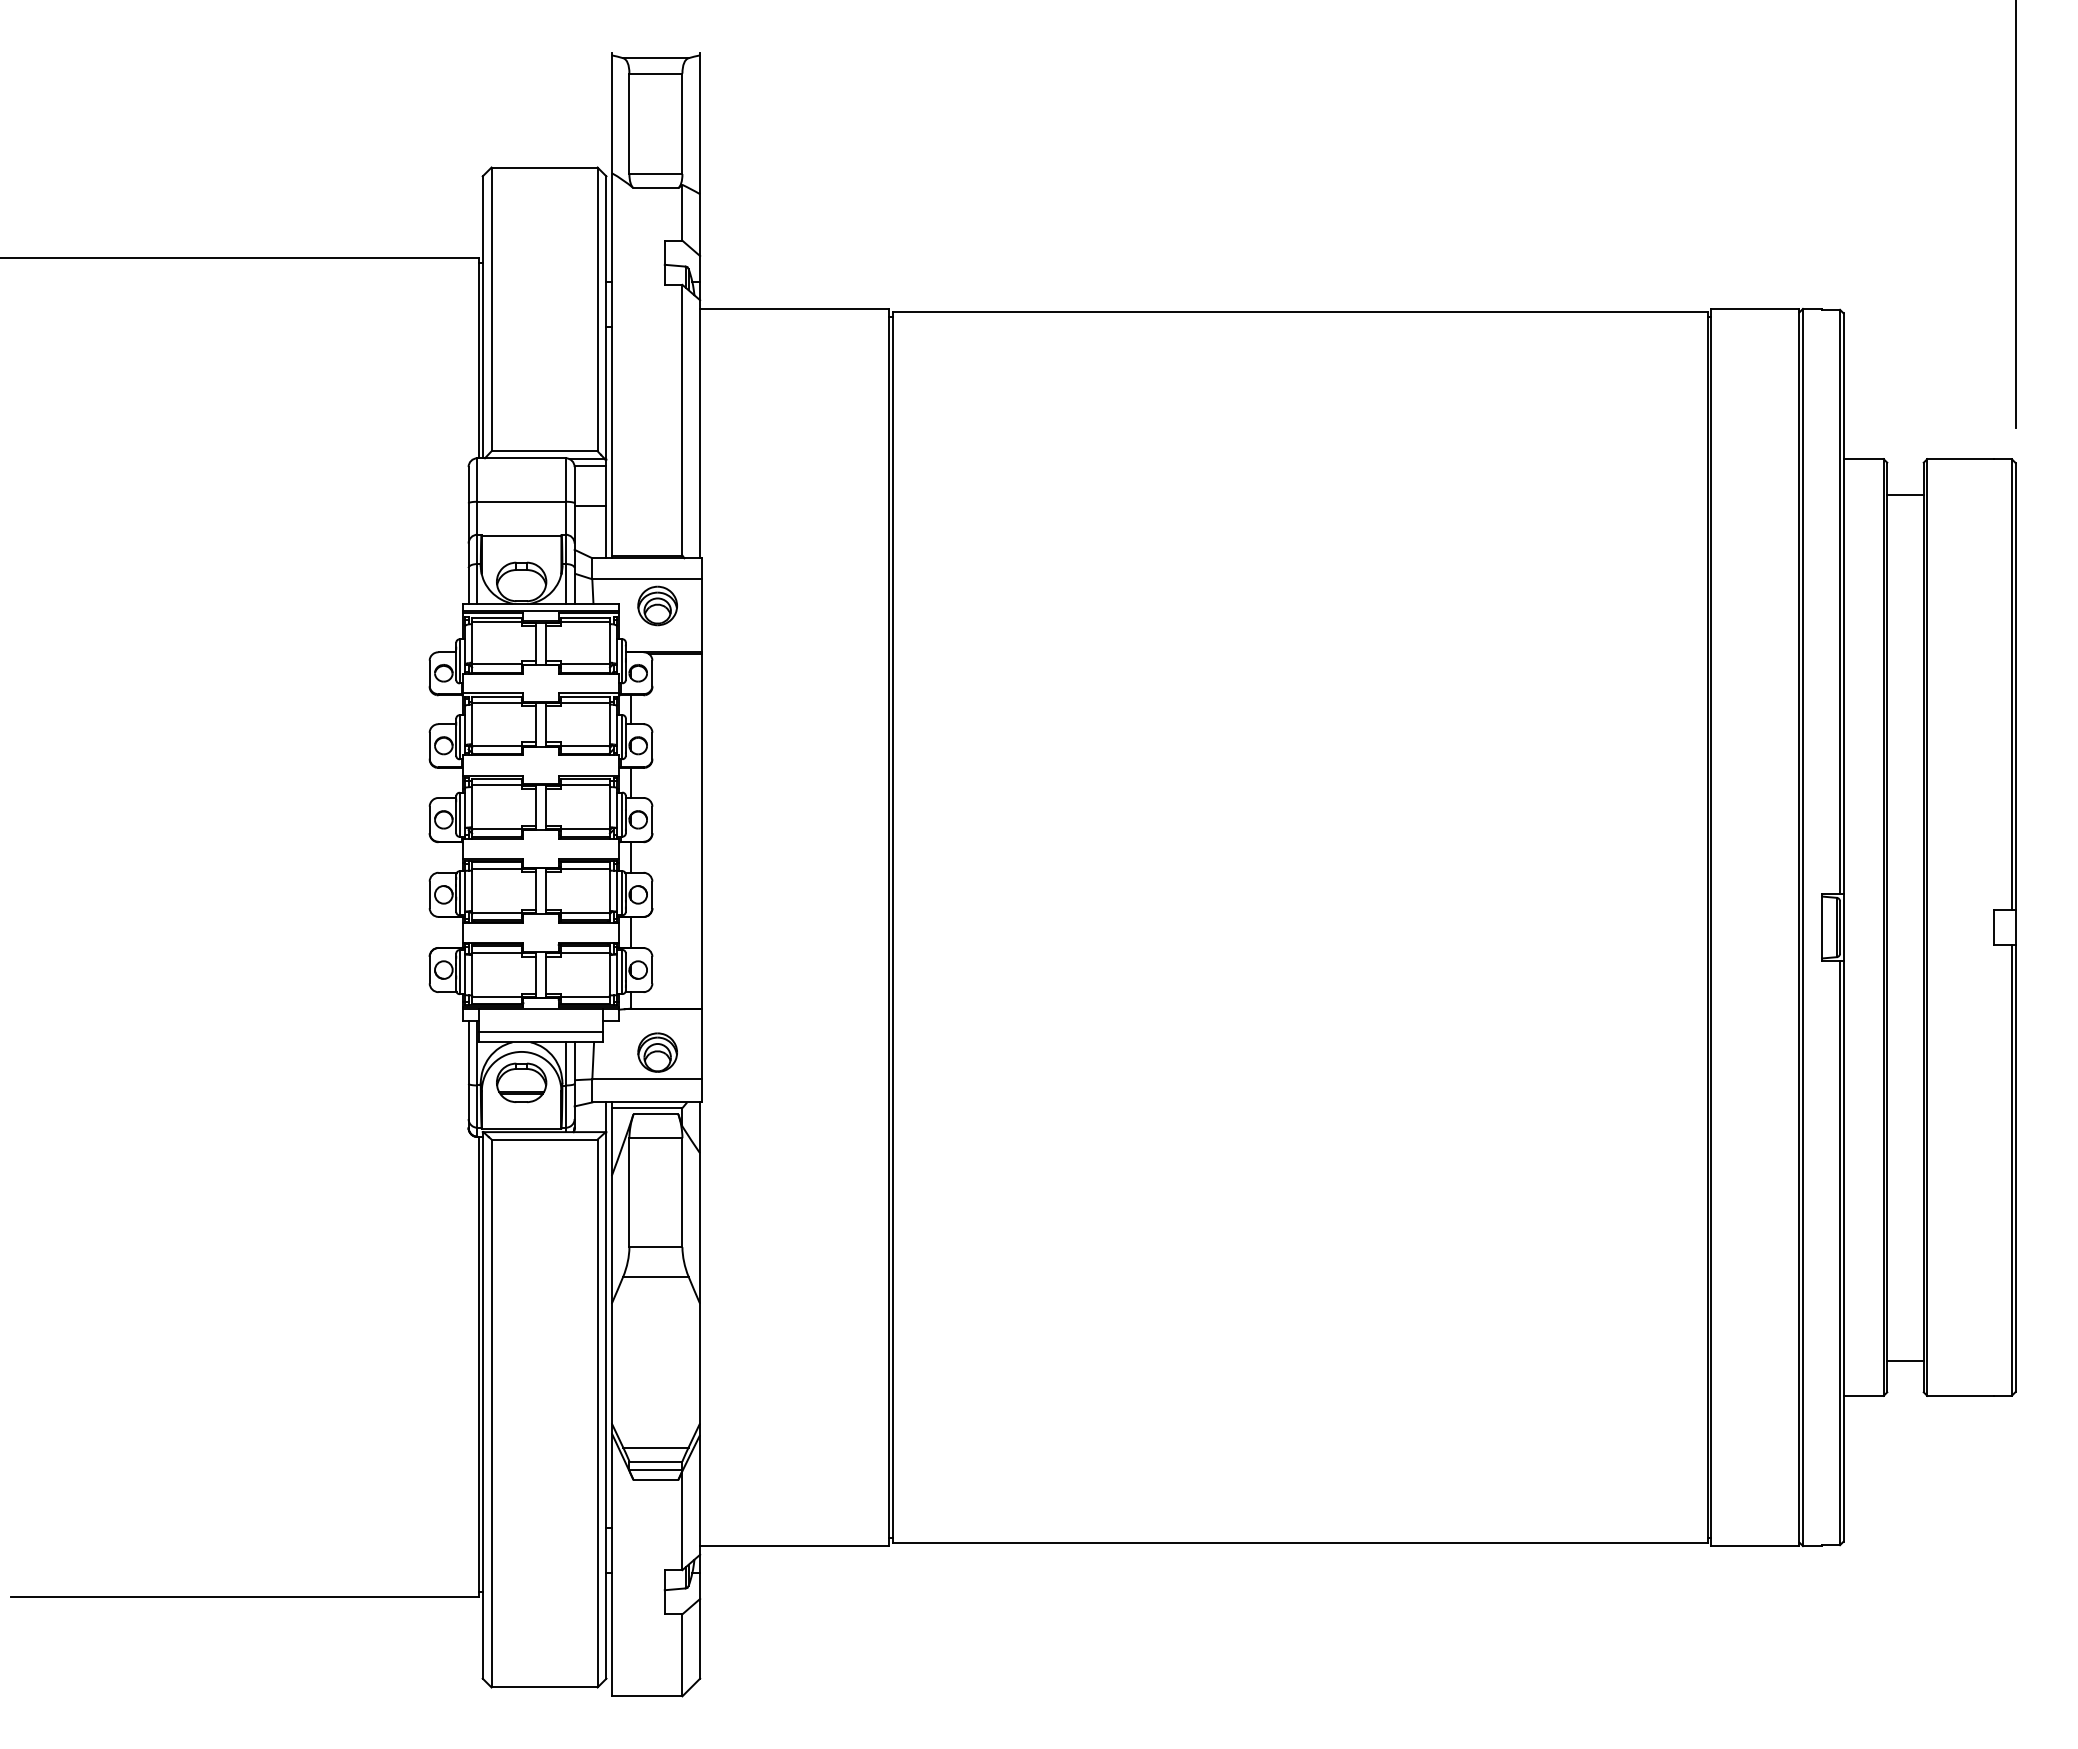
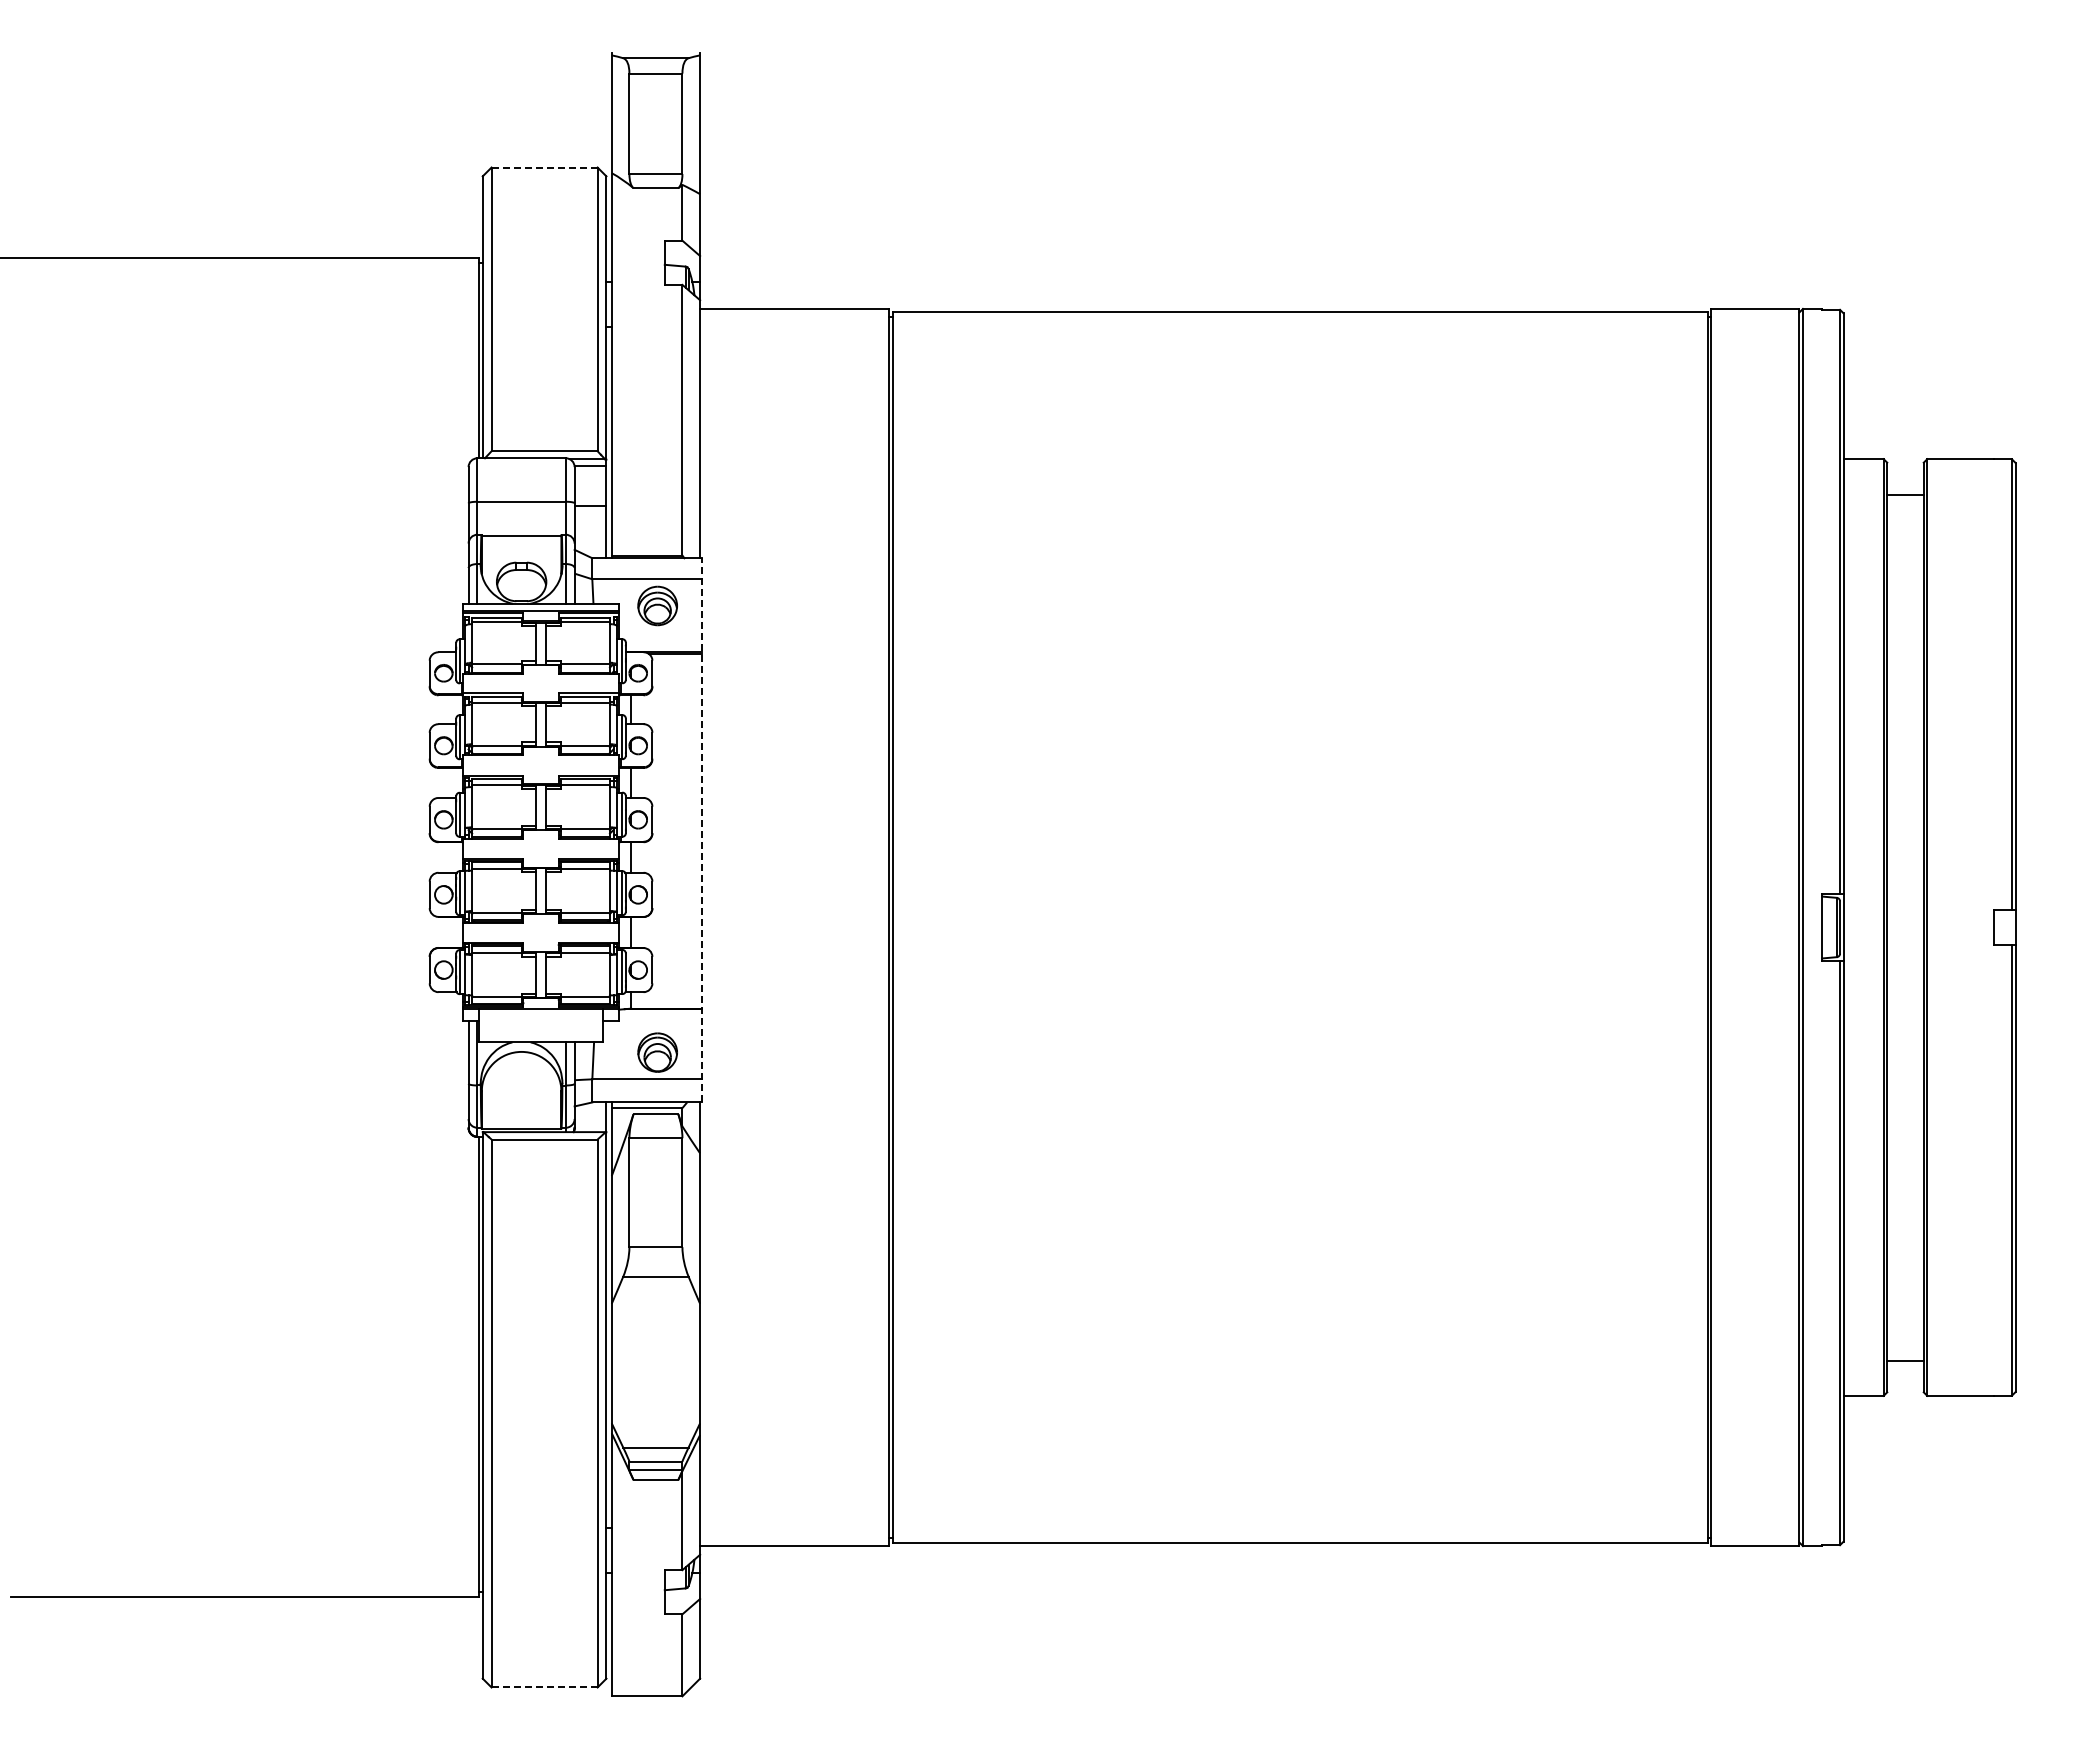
line at (545, 167): solid -> dashed
line at (2015, 214): present -> none
line at (701, 829): solid -> dashed
line at (540, 1032): present -> none
part at (521, 1082): present -> none
line at (545, 1687): solid -> dashed
